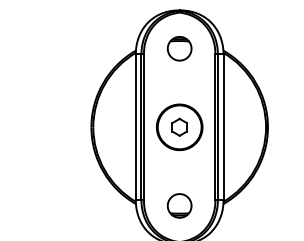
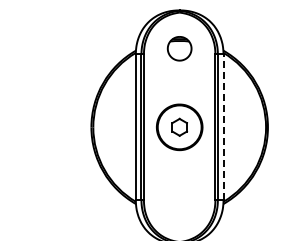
line at (223, 126): solid -> dashed
part at (179, 205): present -> none
